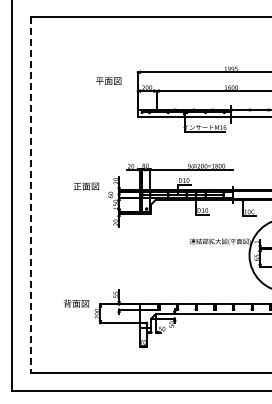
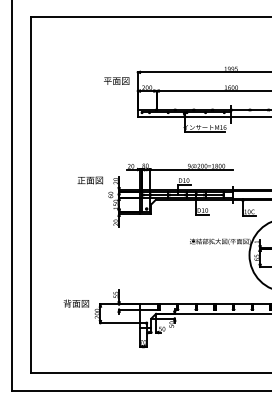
text at (108, 80) position: (108, 80) -> (116, 80)
text at (85, 186) position: (85, 186) -> (89, 180)
line at (30, 195): dashed -> solid
